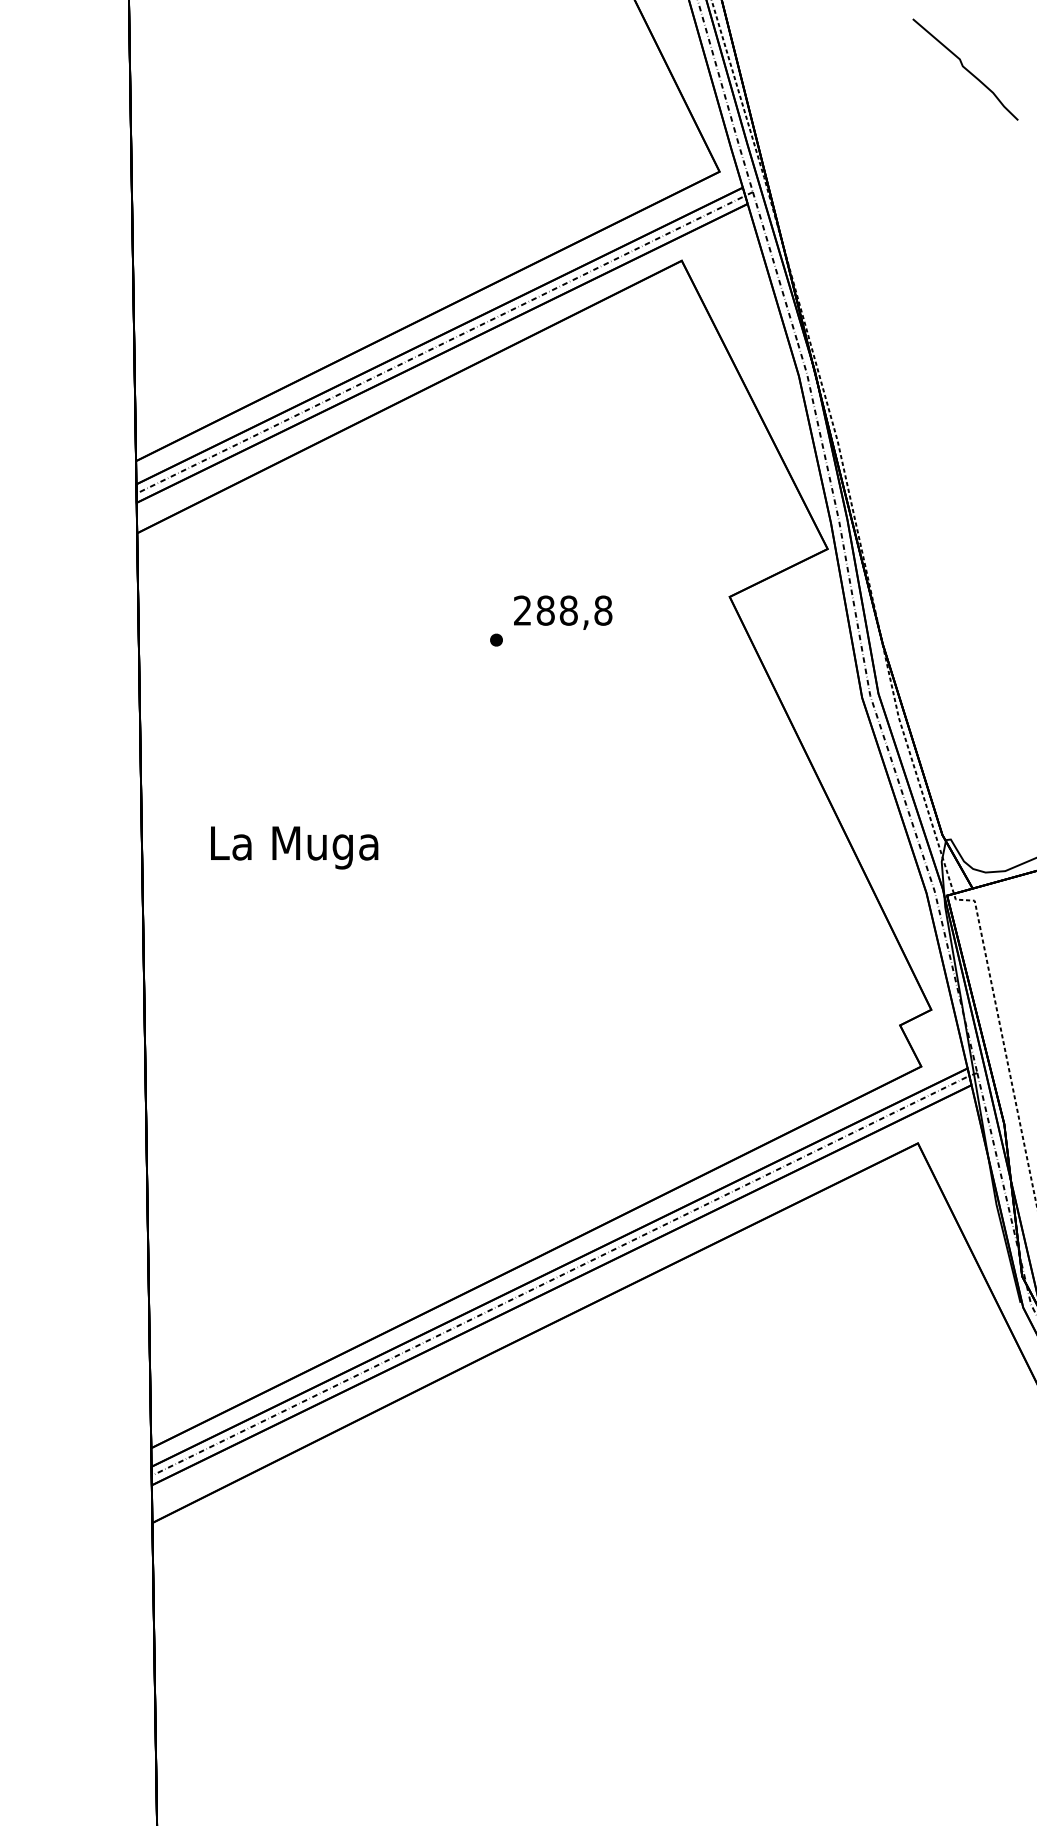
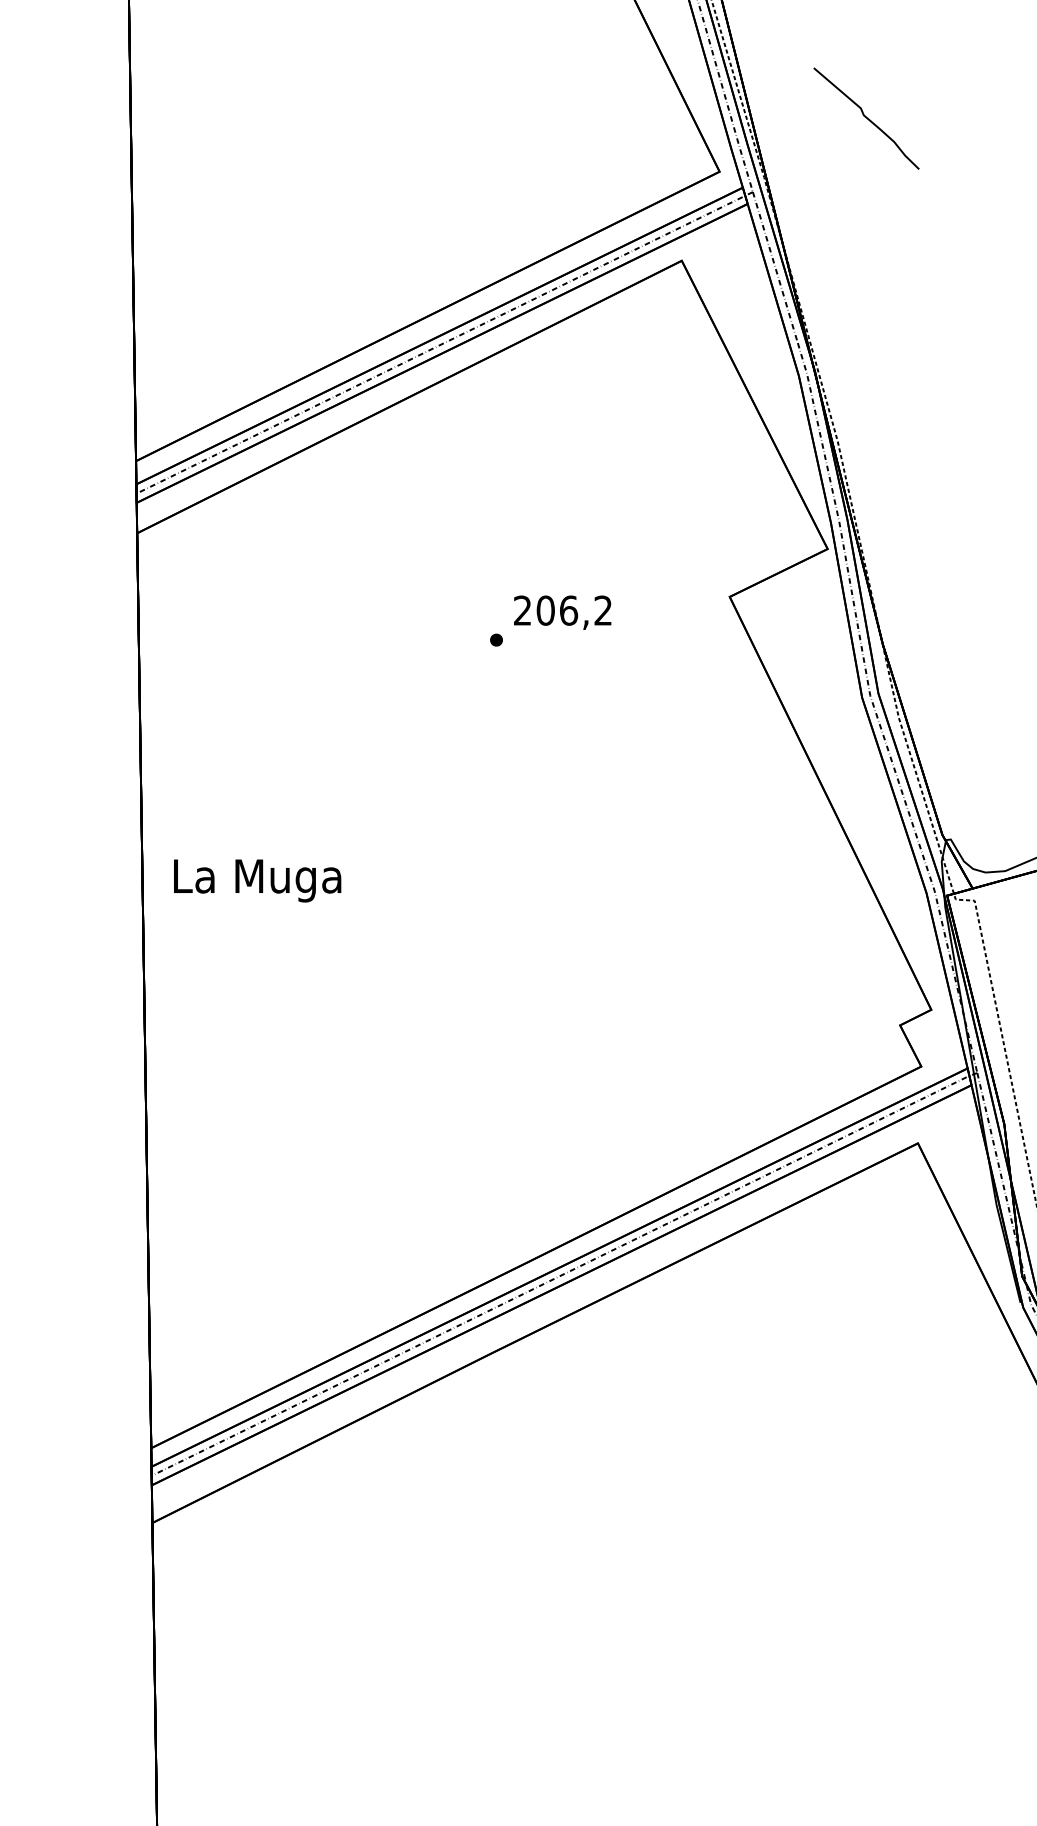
curve at (965, 69) position: (965, 69) -> (866, 118)
text at (574, 610): 288,8 -> 206,2
text at (294, 847) position: (294, 847) -> (257, 880)
